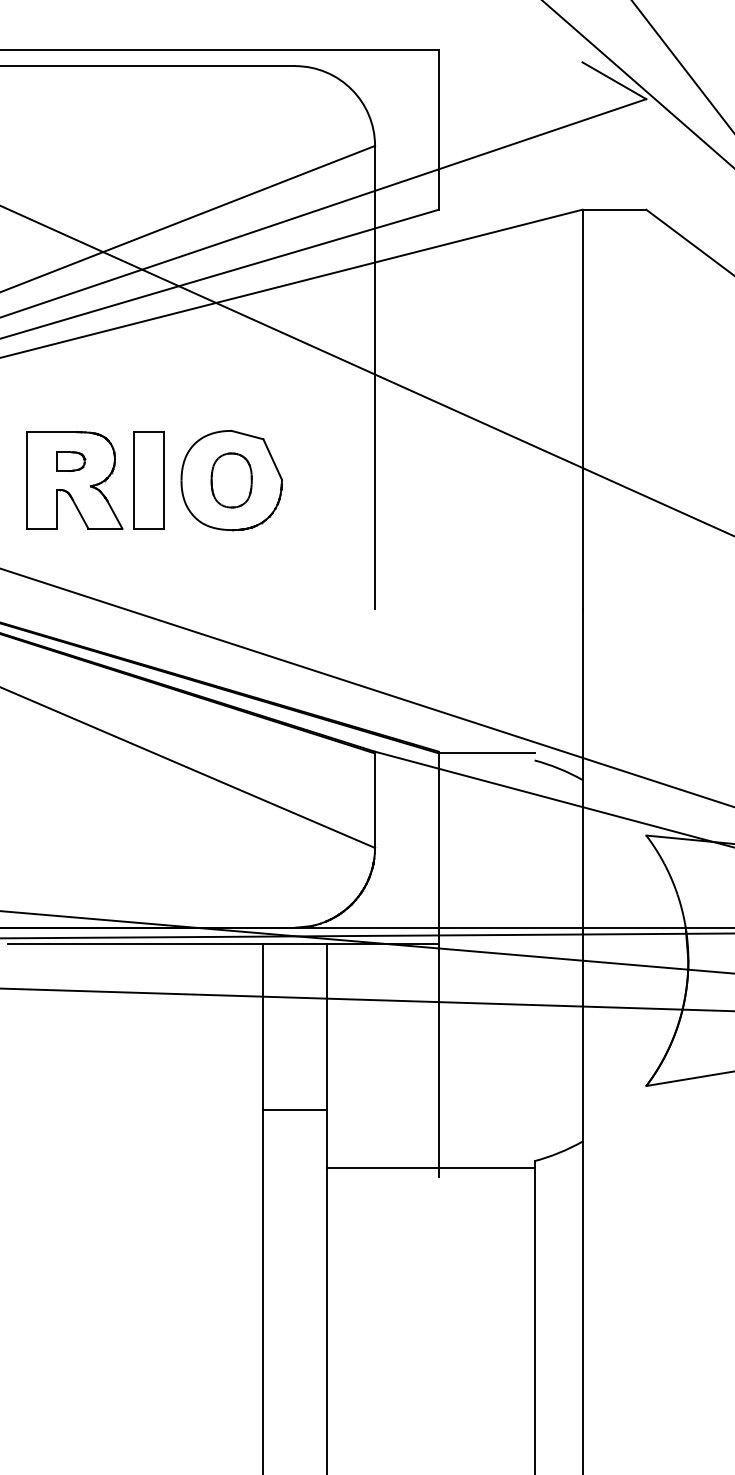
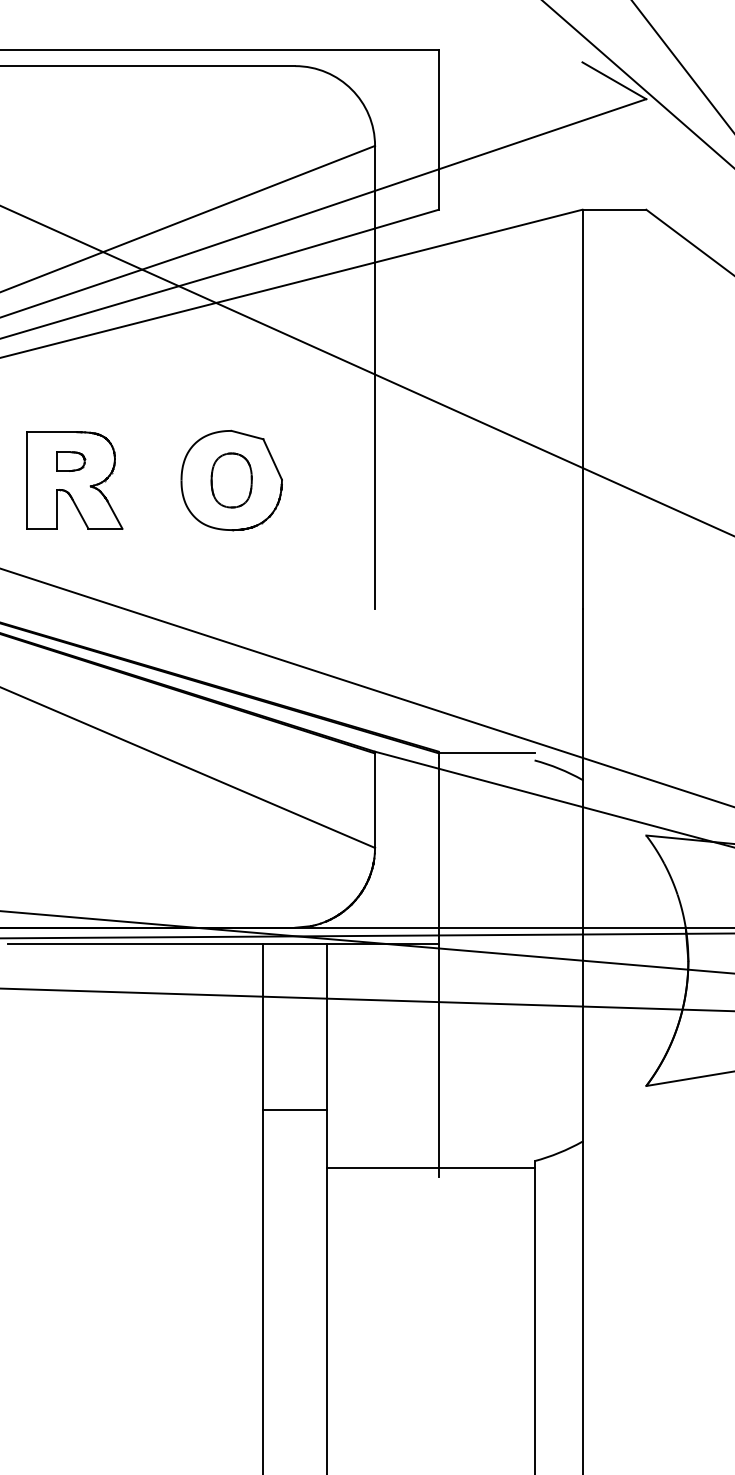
part at (148, 480): present -> none
